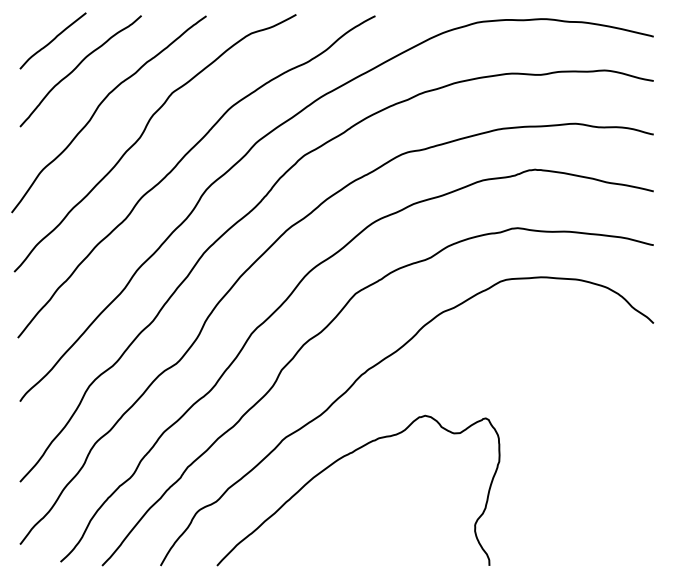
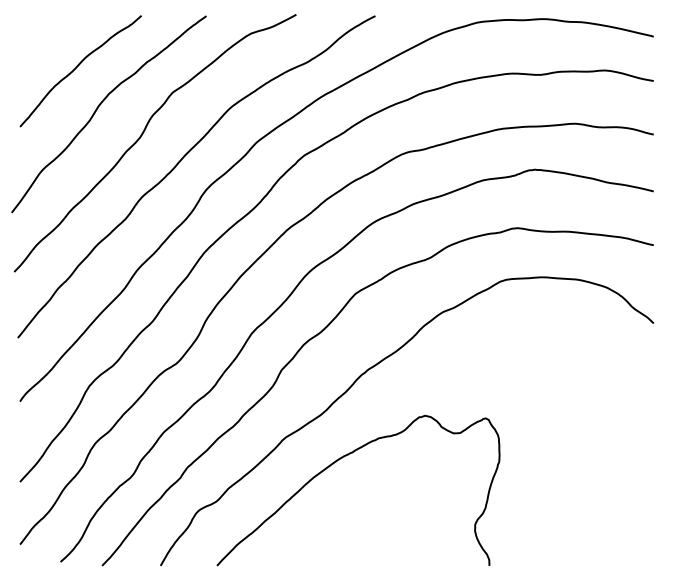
curve at (52, 40): present -> none
